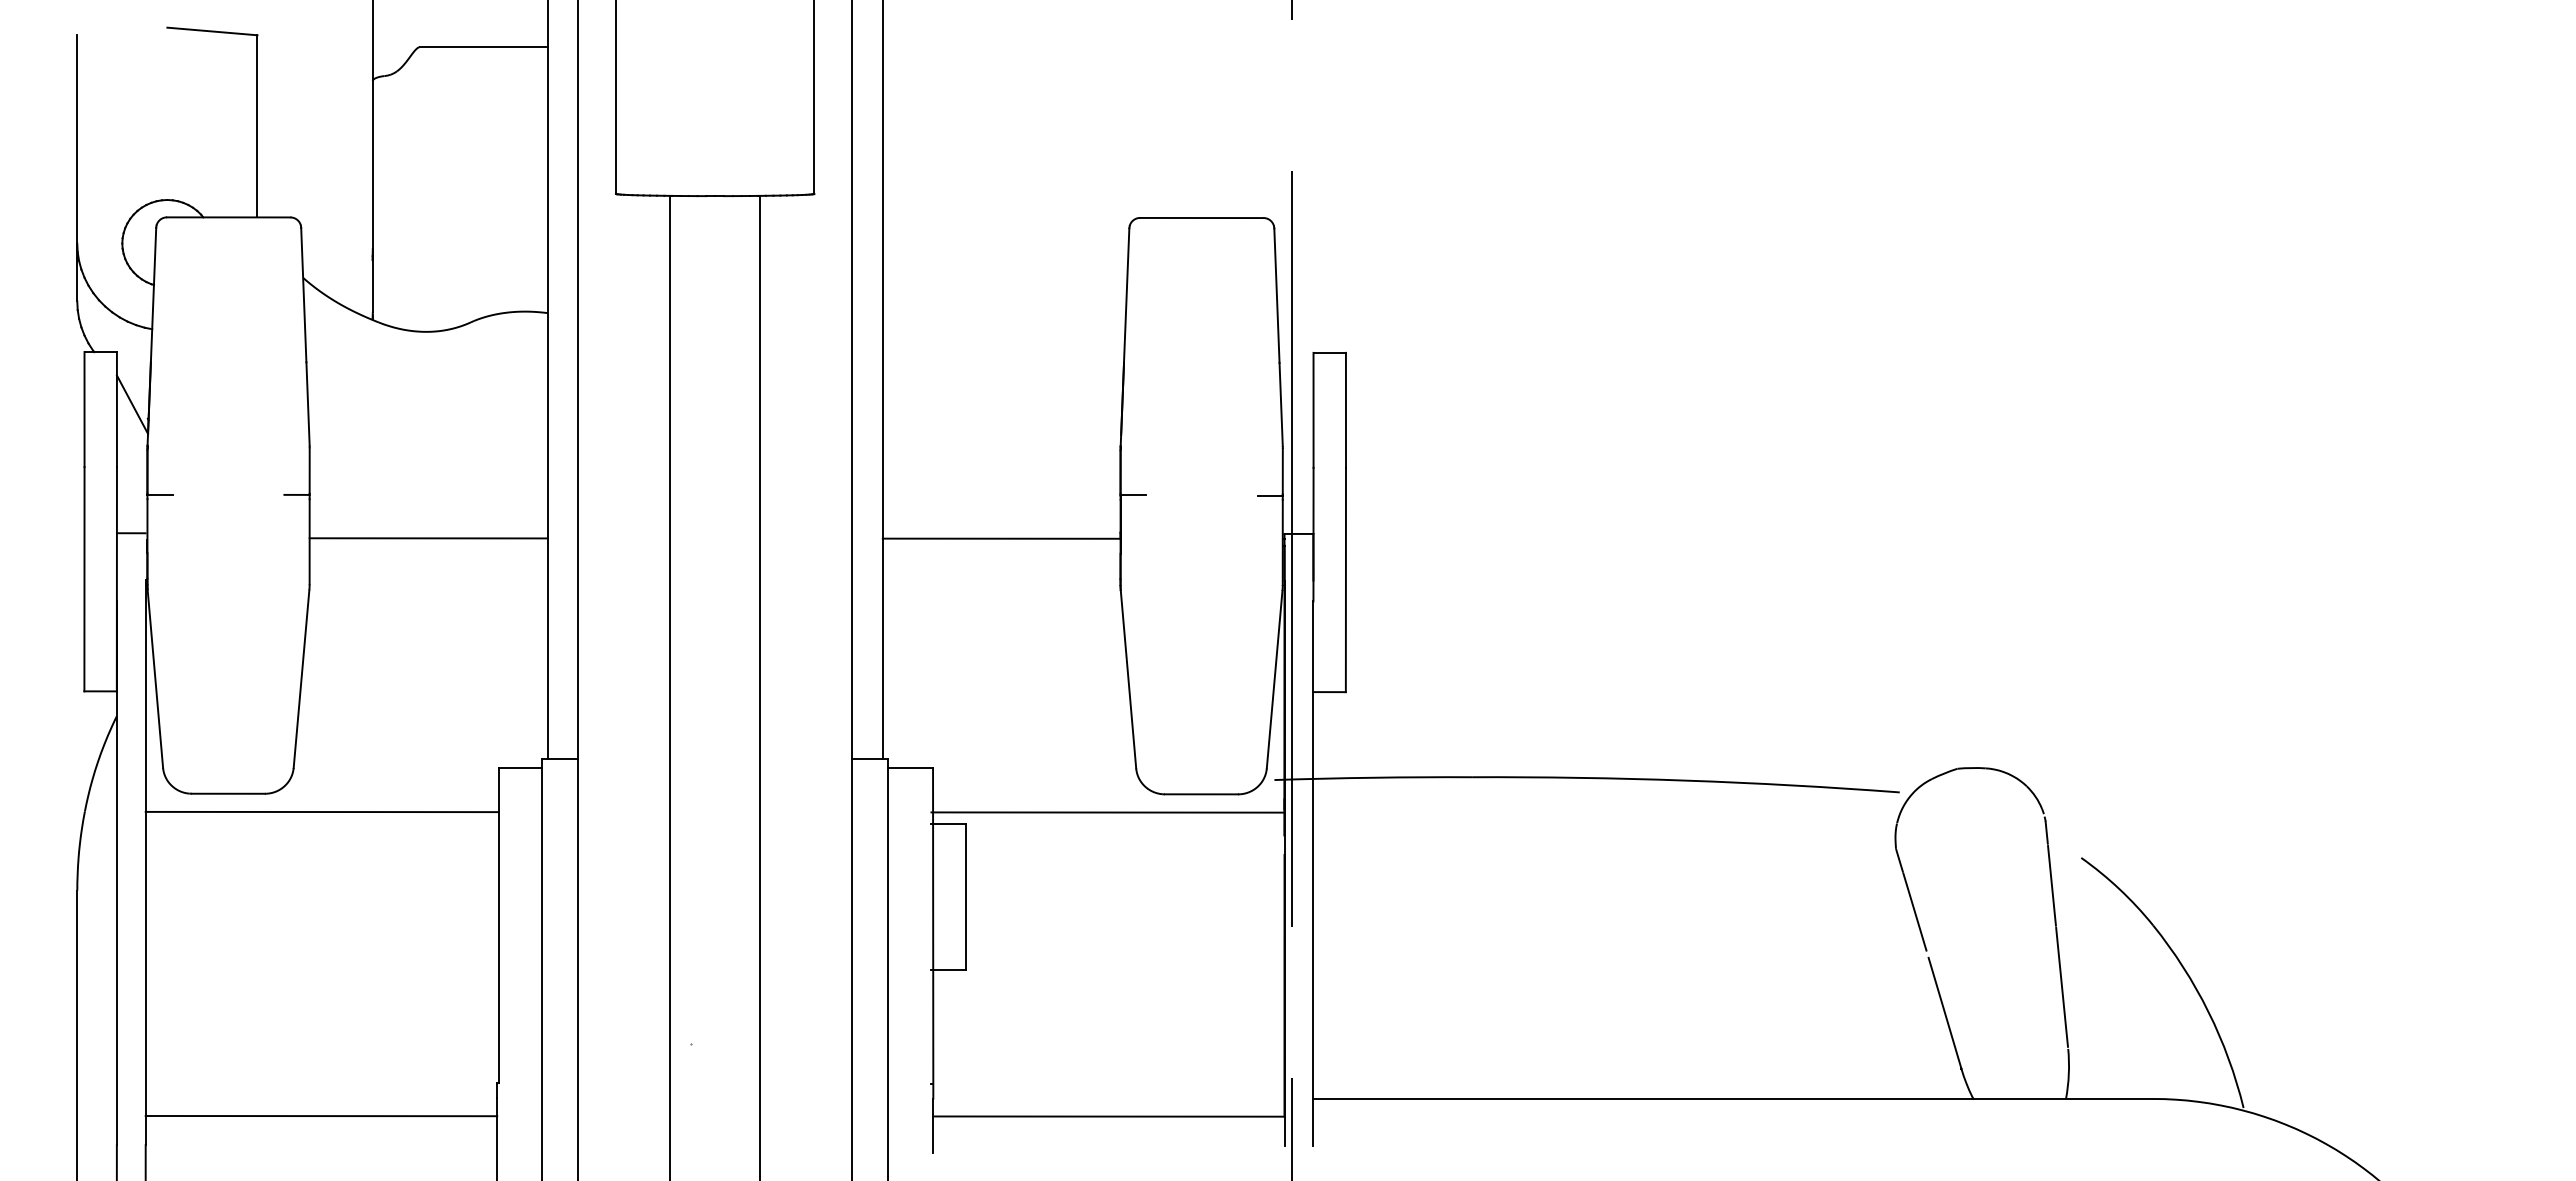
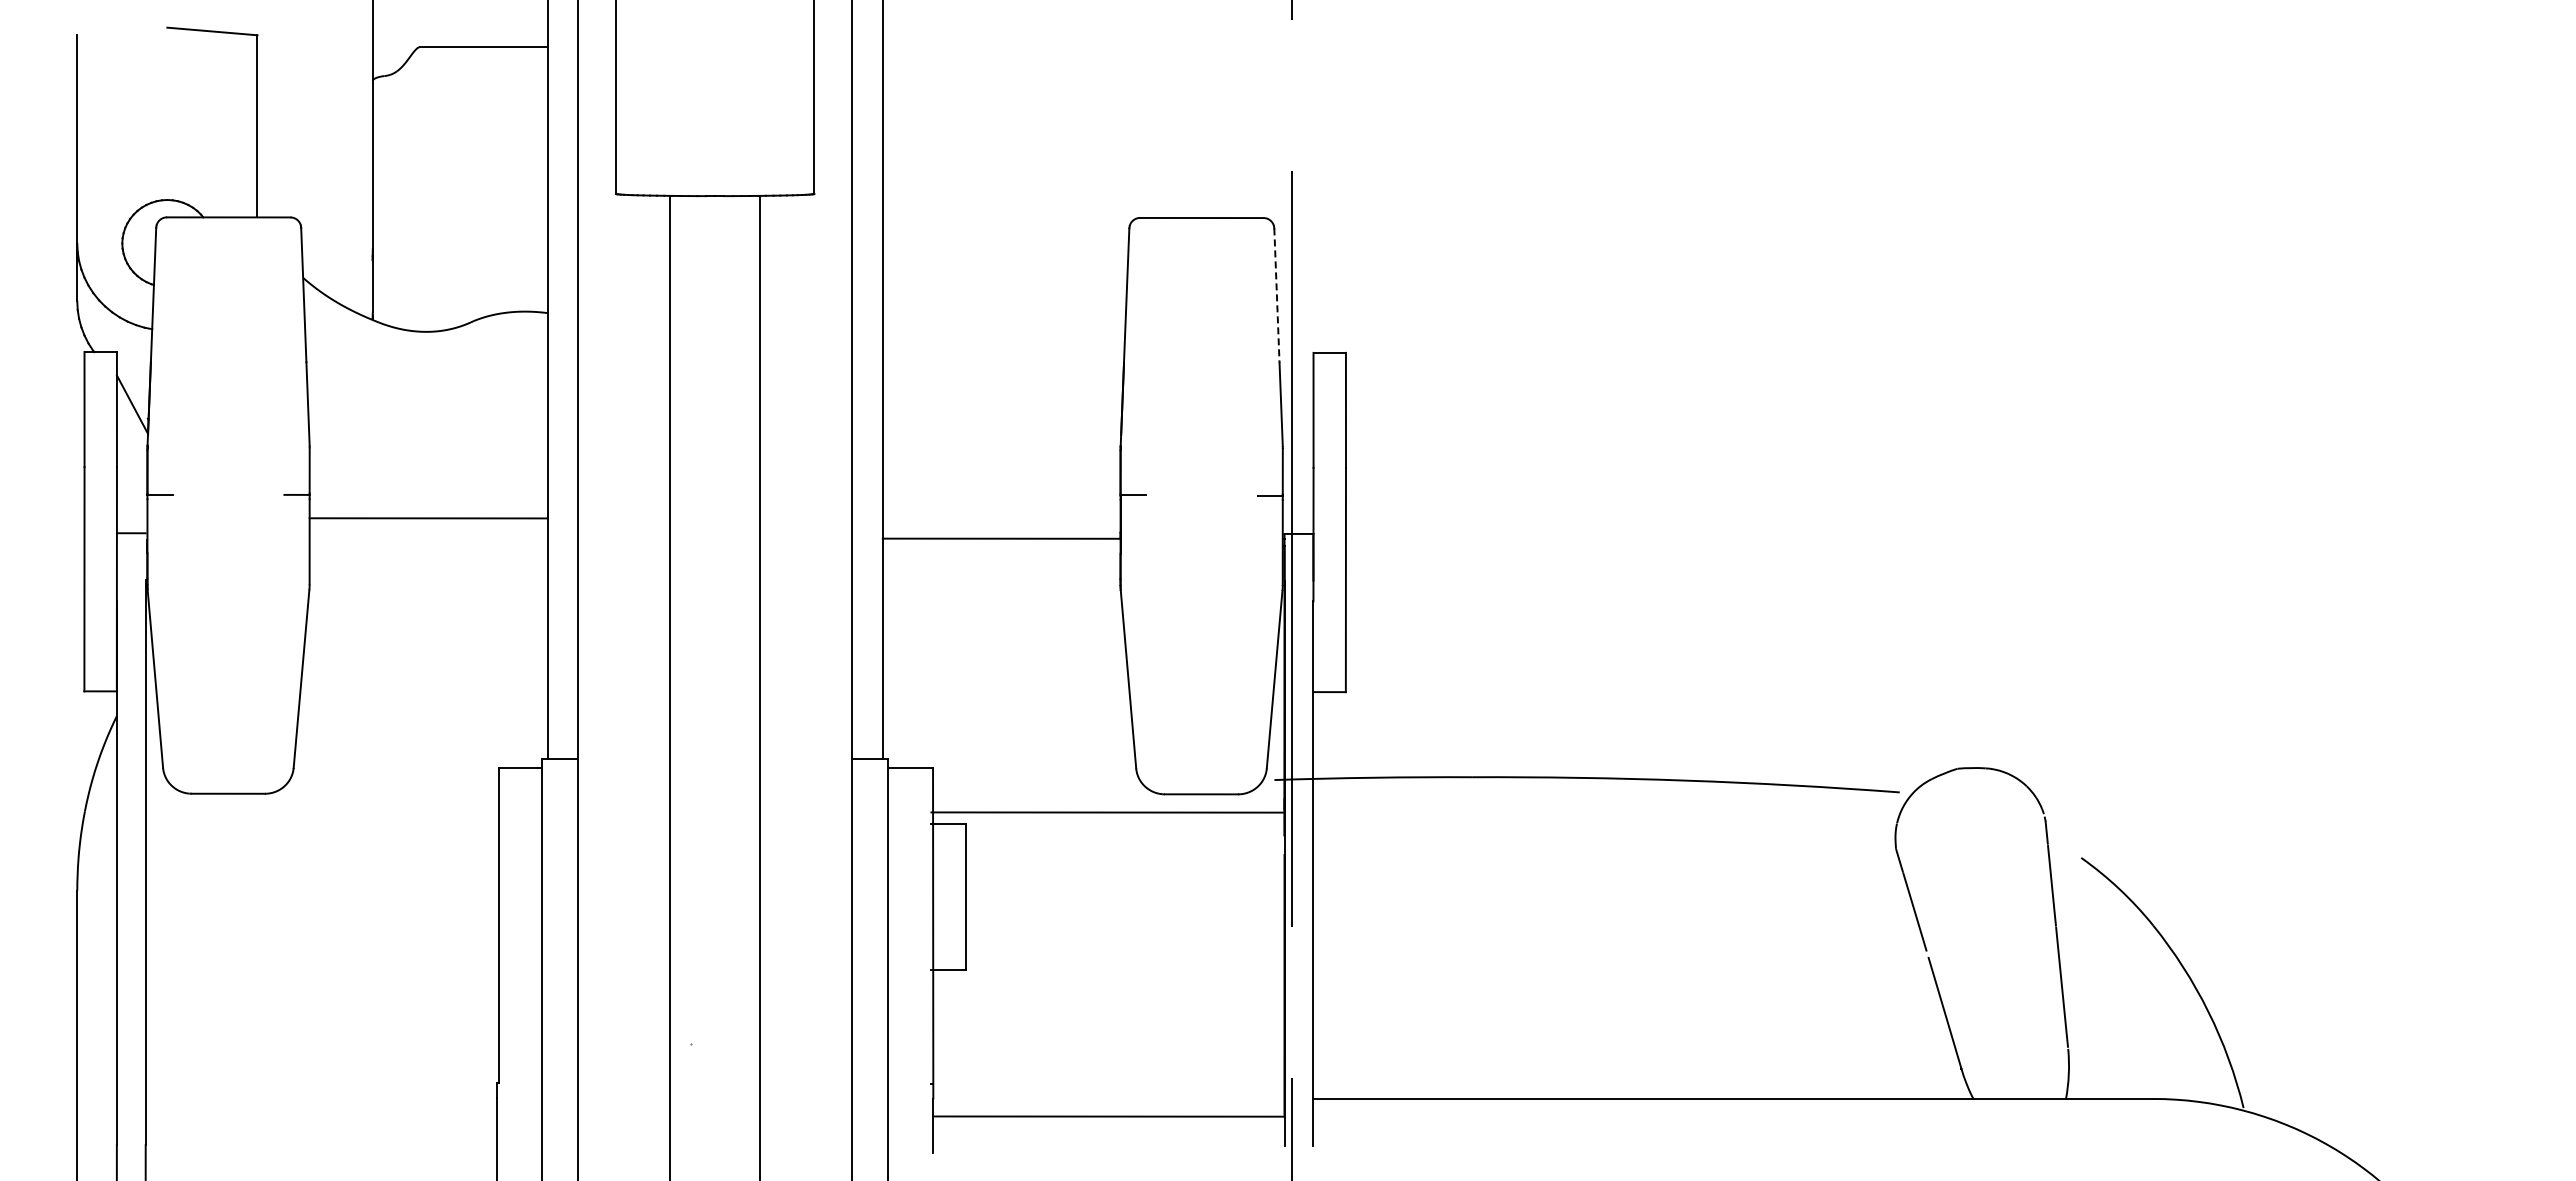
line at (1276, 296): solid -> dashed
line at (428, 538) position: (428, 538) -> (428, 518)
line at (321, 811): present -> none
line at (321, 1115): present -> none
